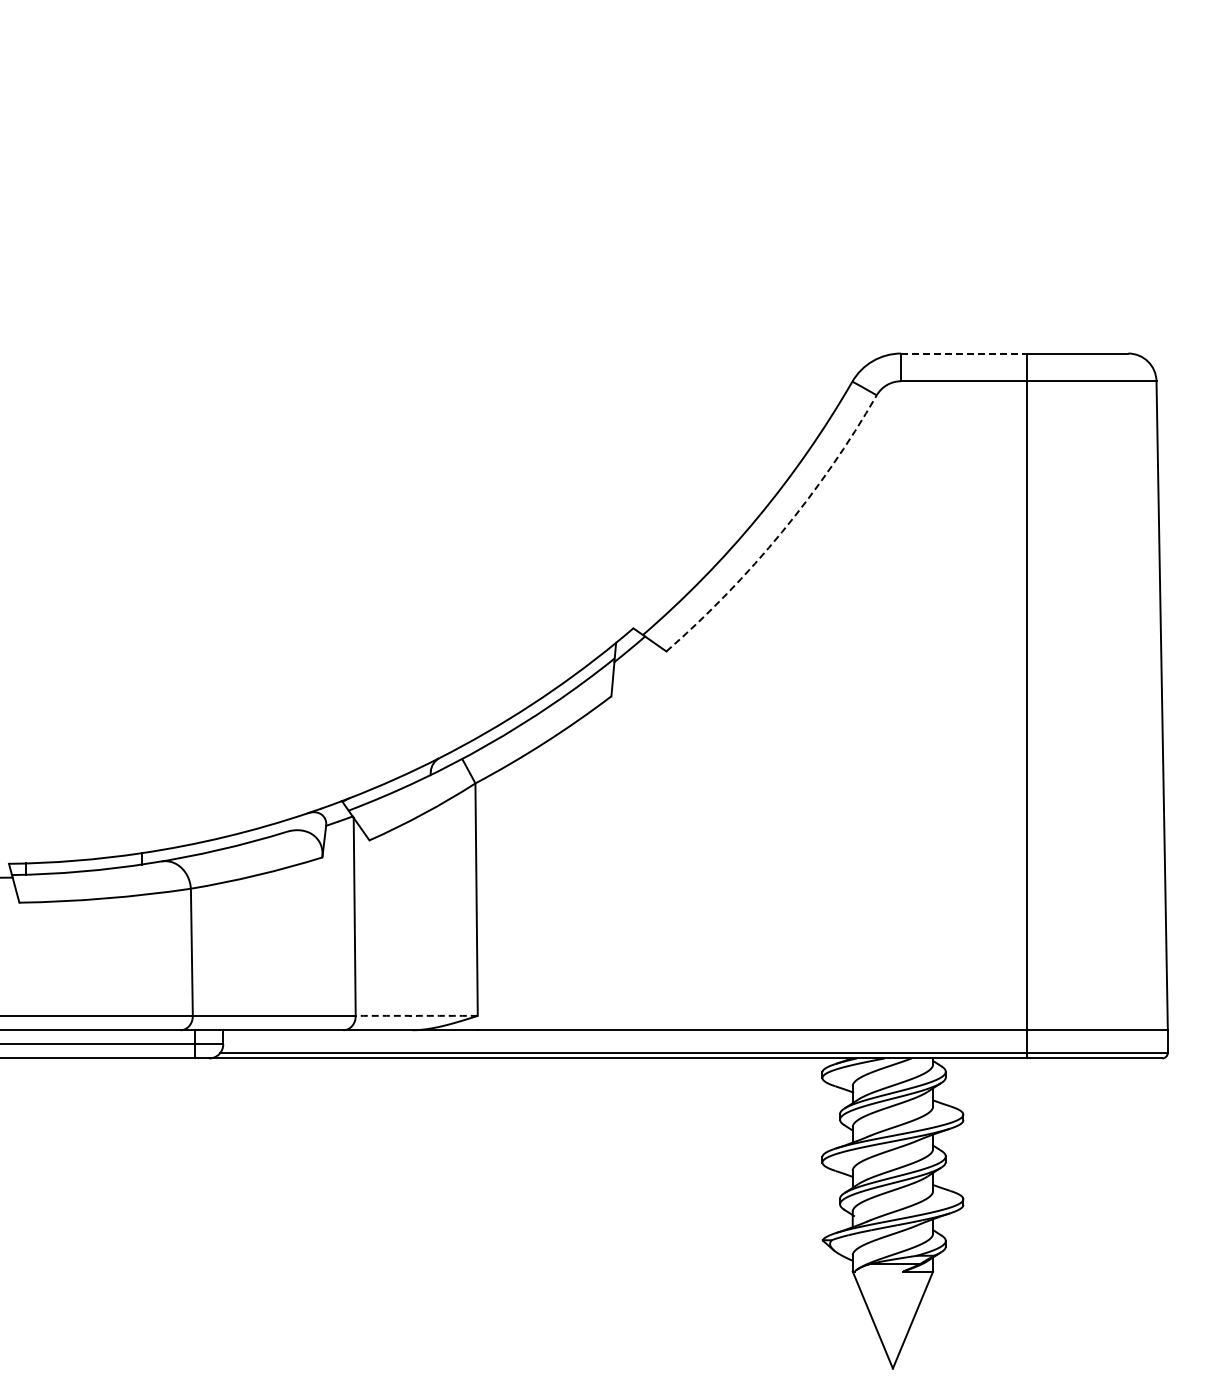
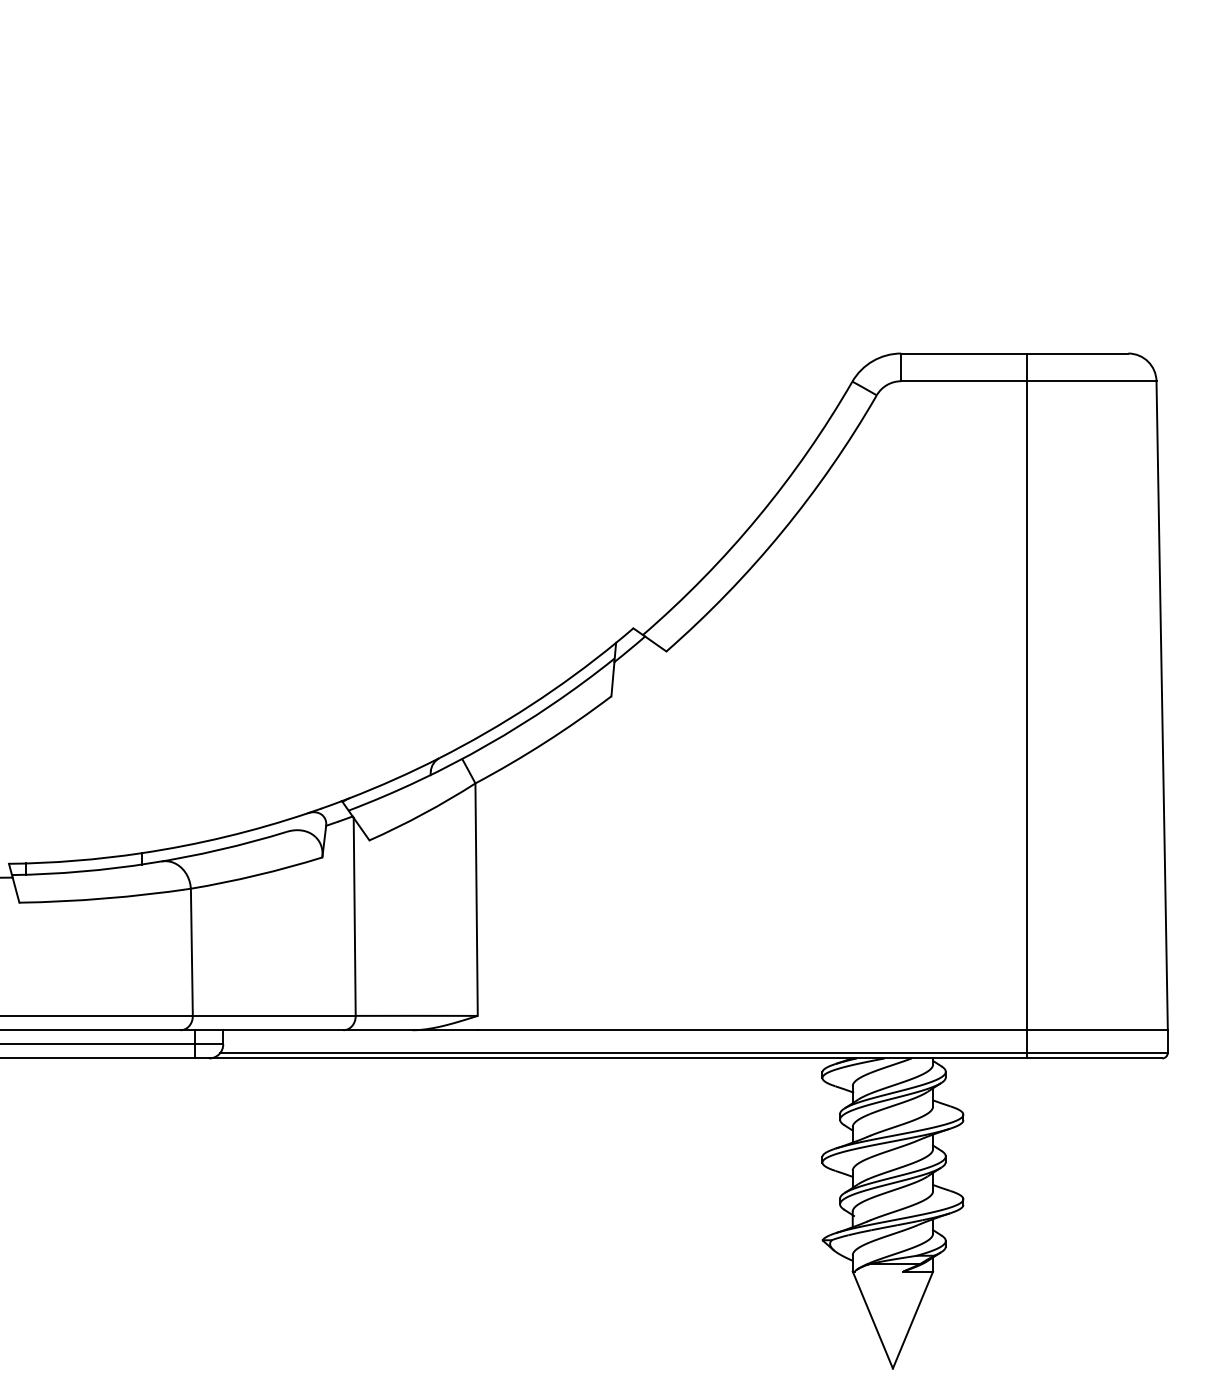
line at (964, 353): dashed -> solid
arc at (782, 532): dashed -> solid
arc at (416, 1015): dashed -> solid
